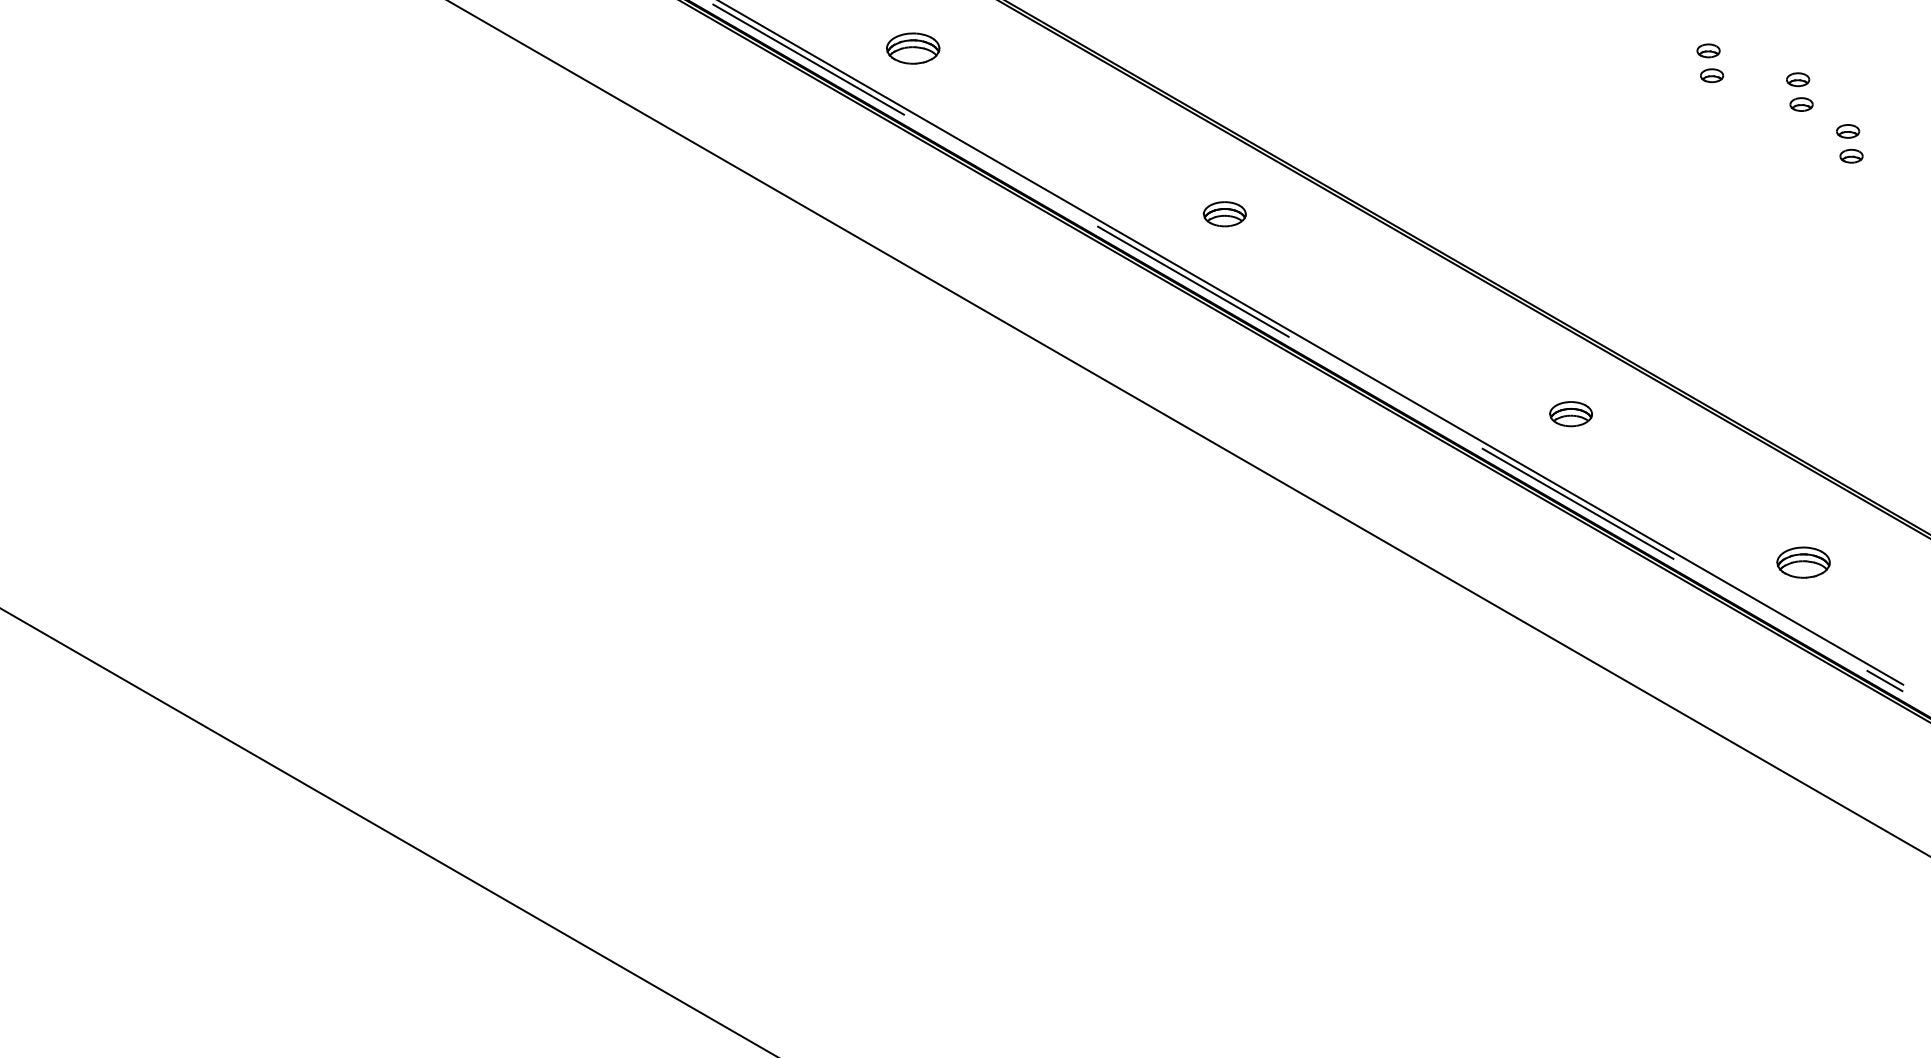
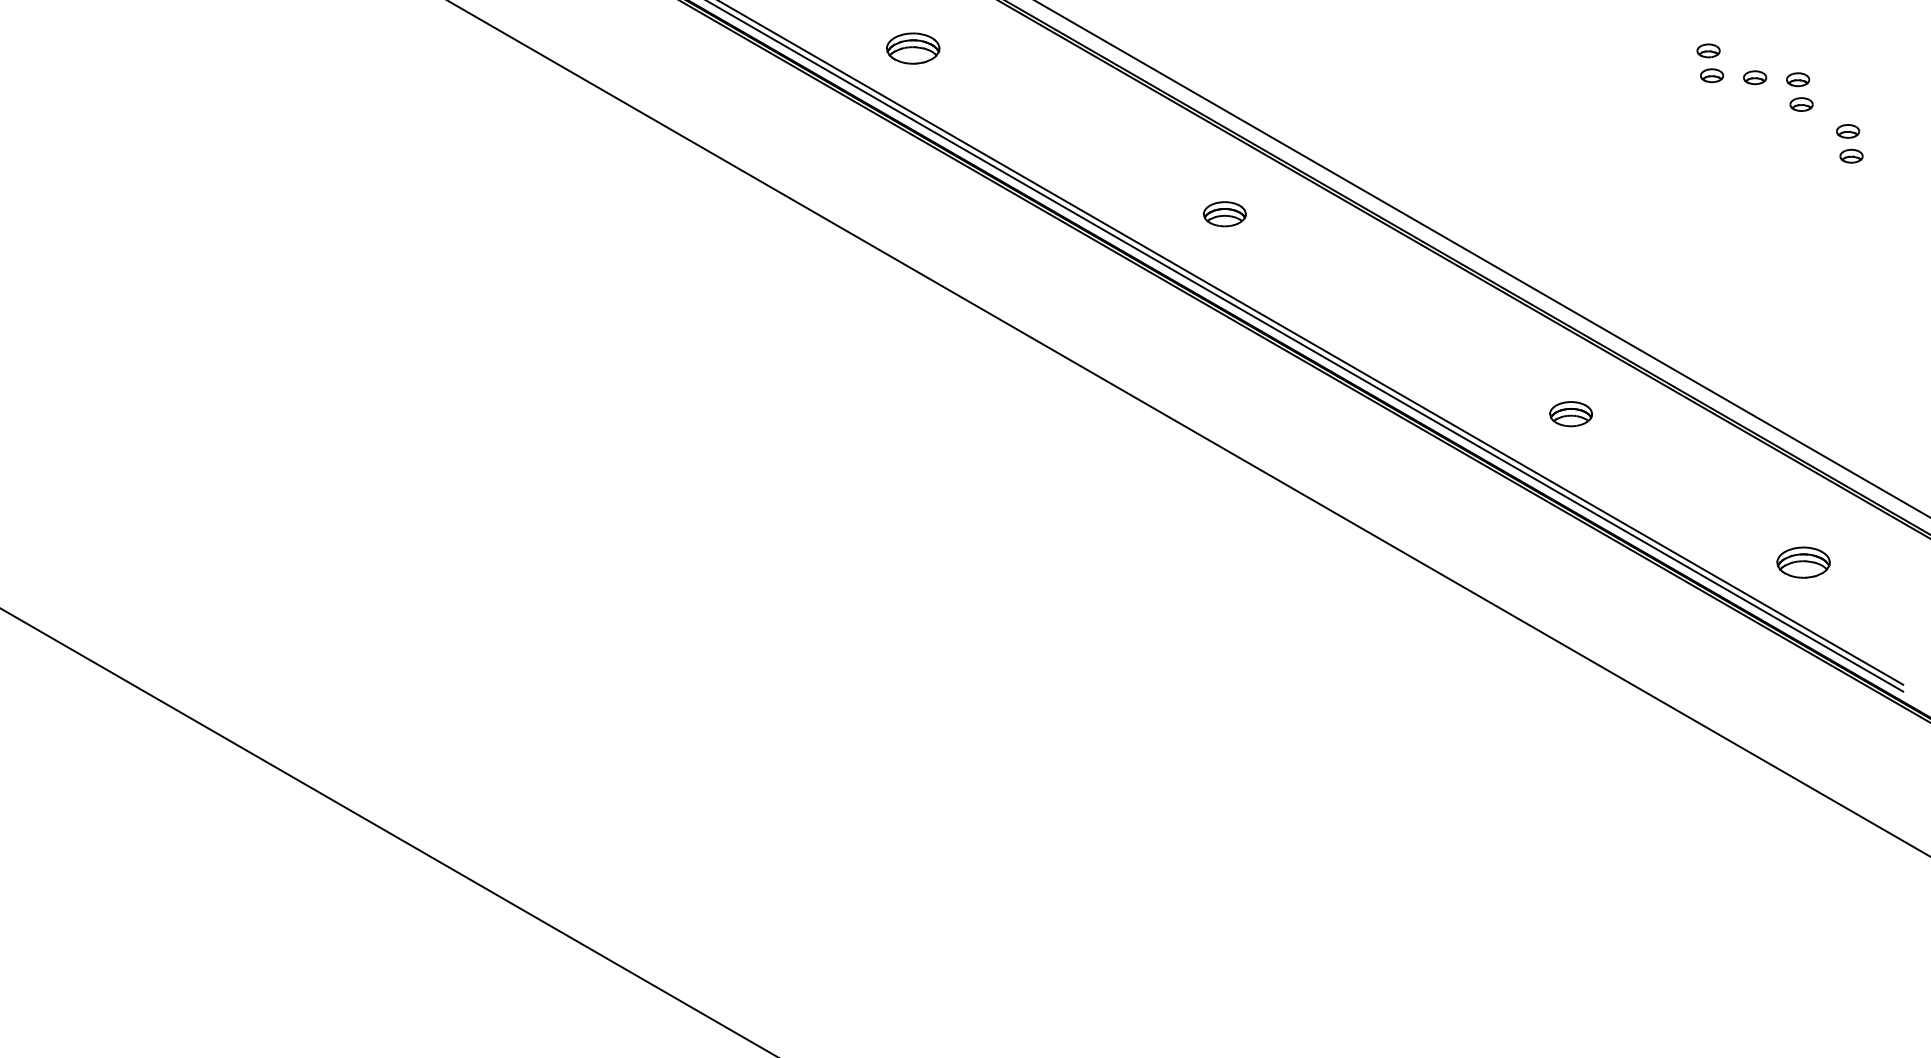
part at (1755, 77): none -> present
line at (1482, 259): none -> present
line at (1304, 346): dashed -> solid
